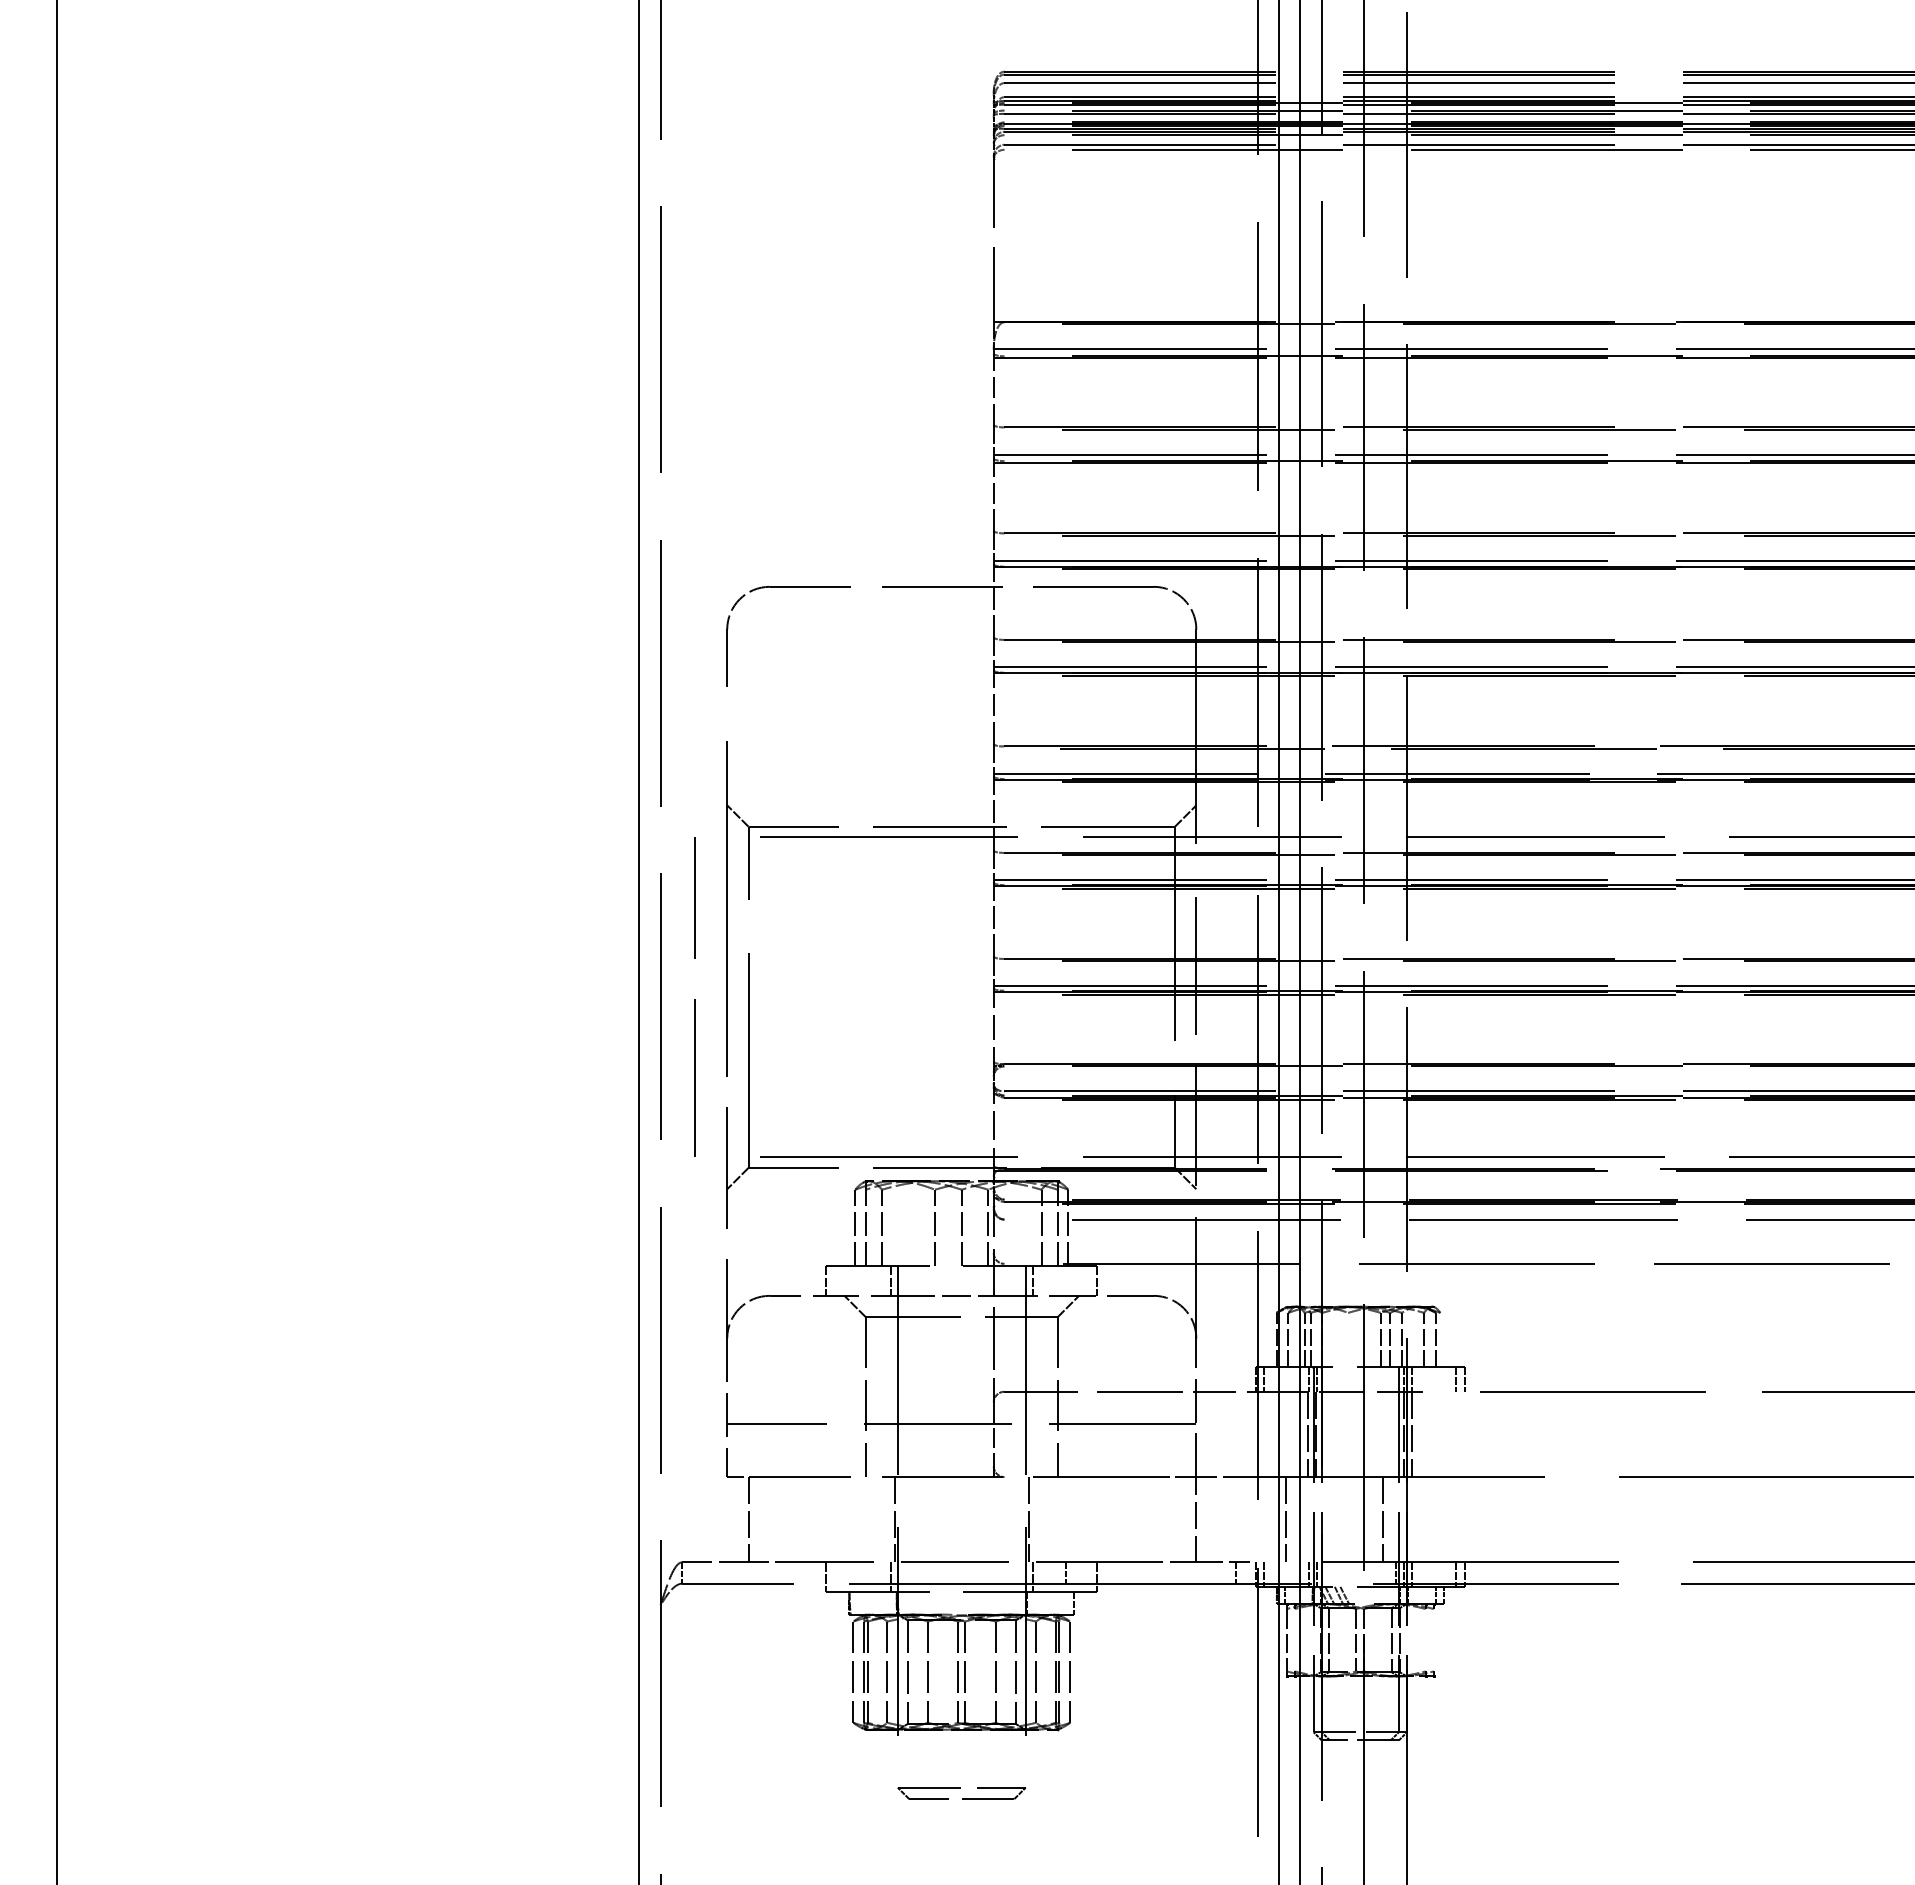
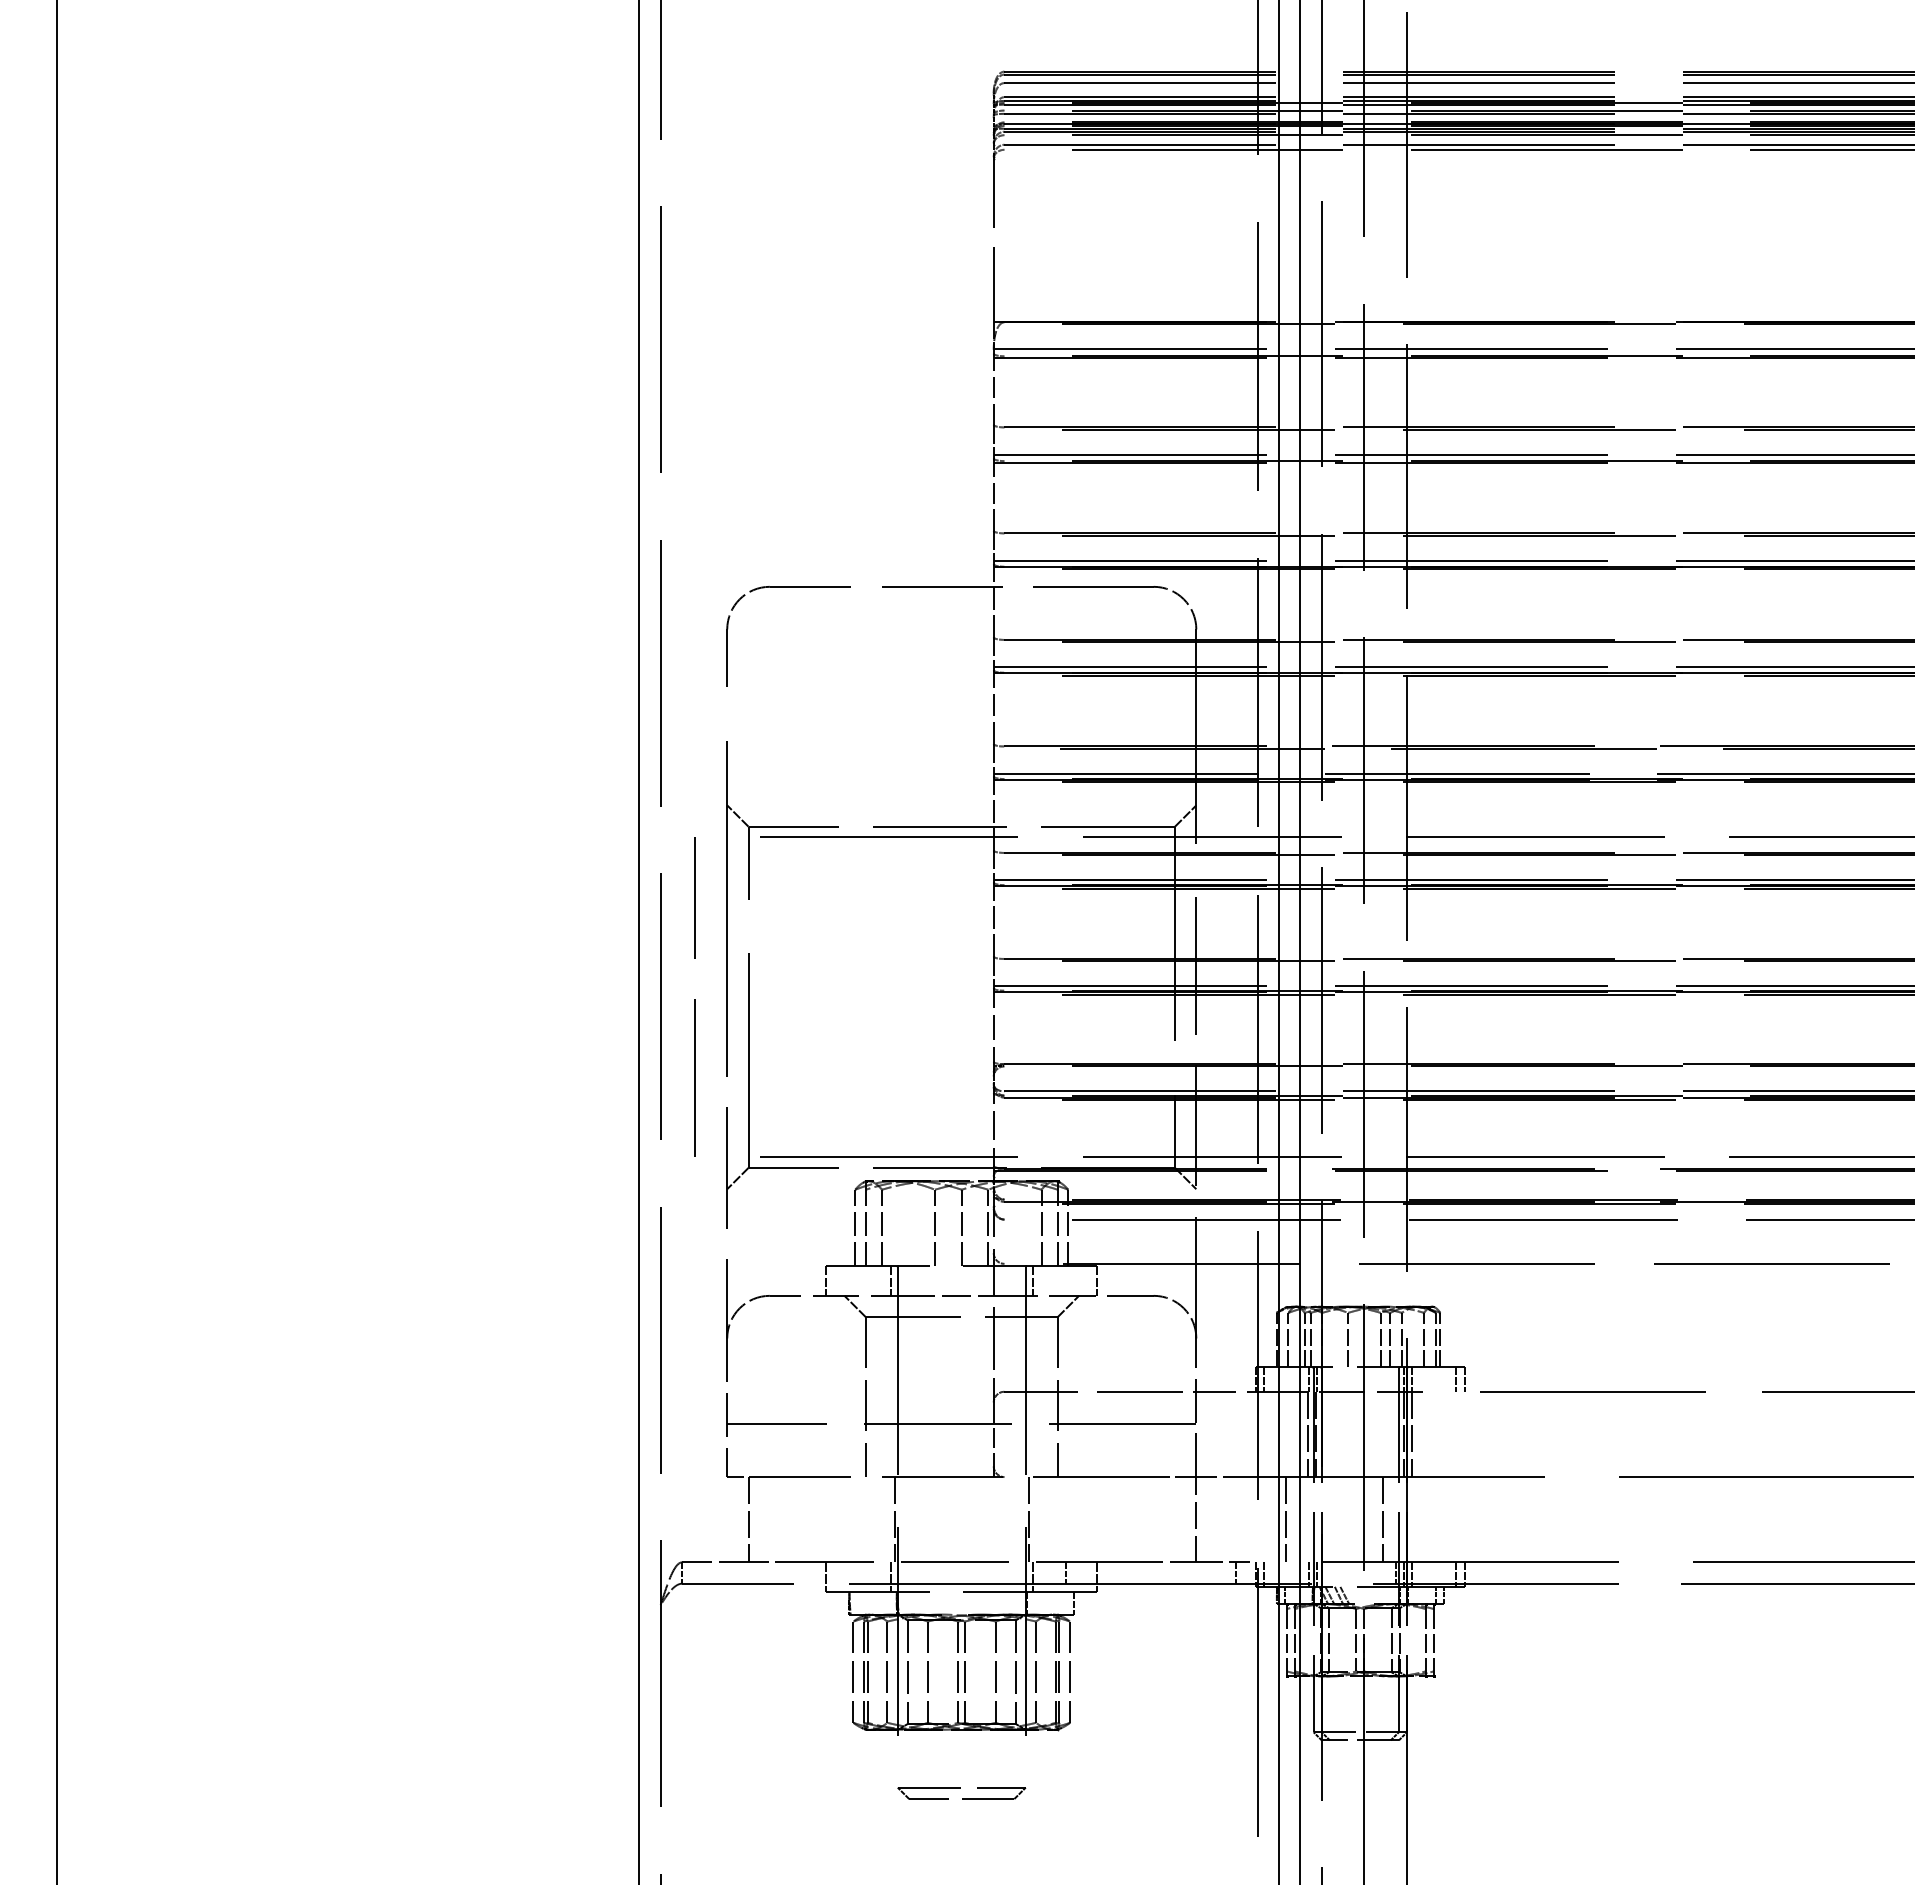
line at (1348, 1339): none -> present
line at (1440, 1339): none -> present
line at (1295, 1639): none -> present
line at (1425, 1639): none -> present
line at (1433, 1639): none -> present
